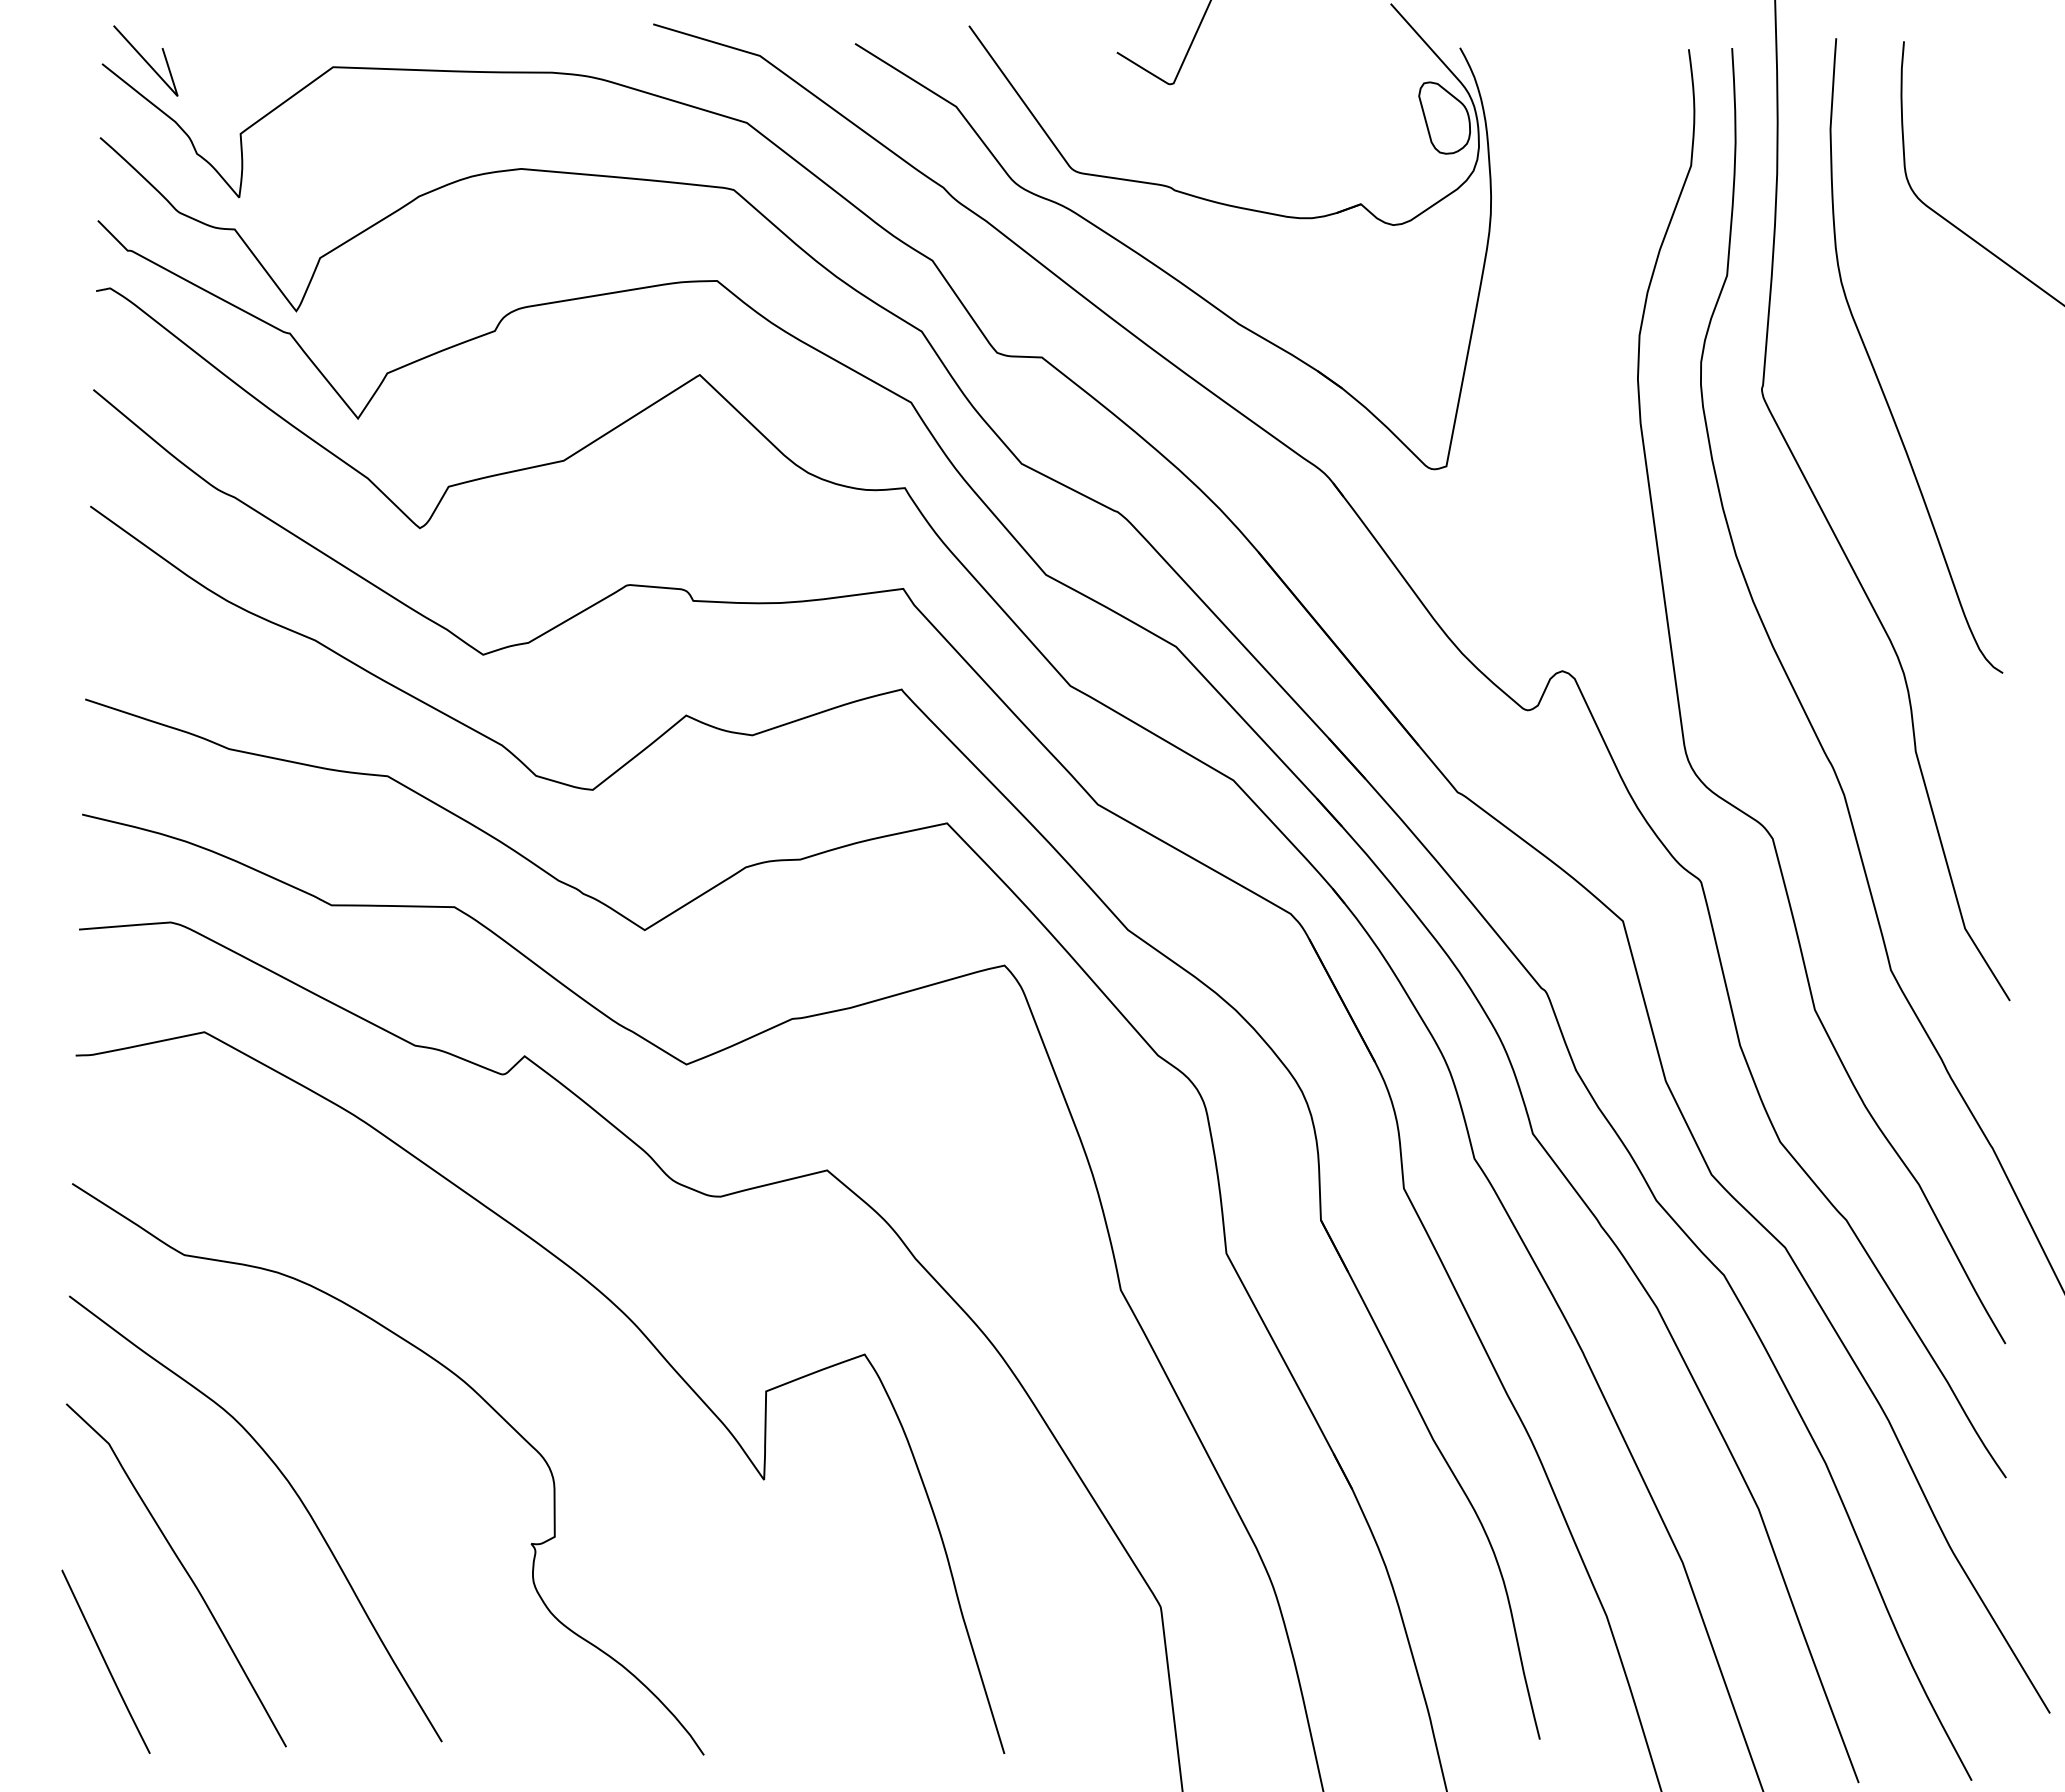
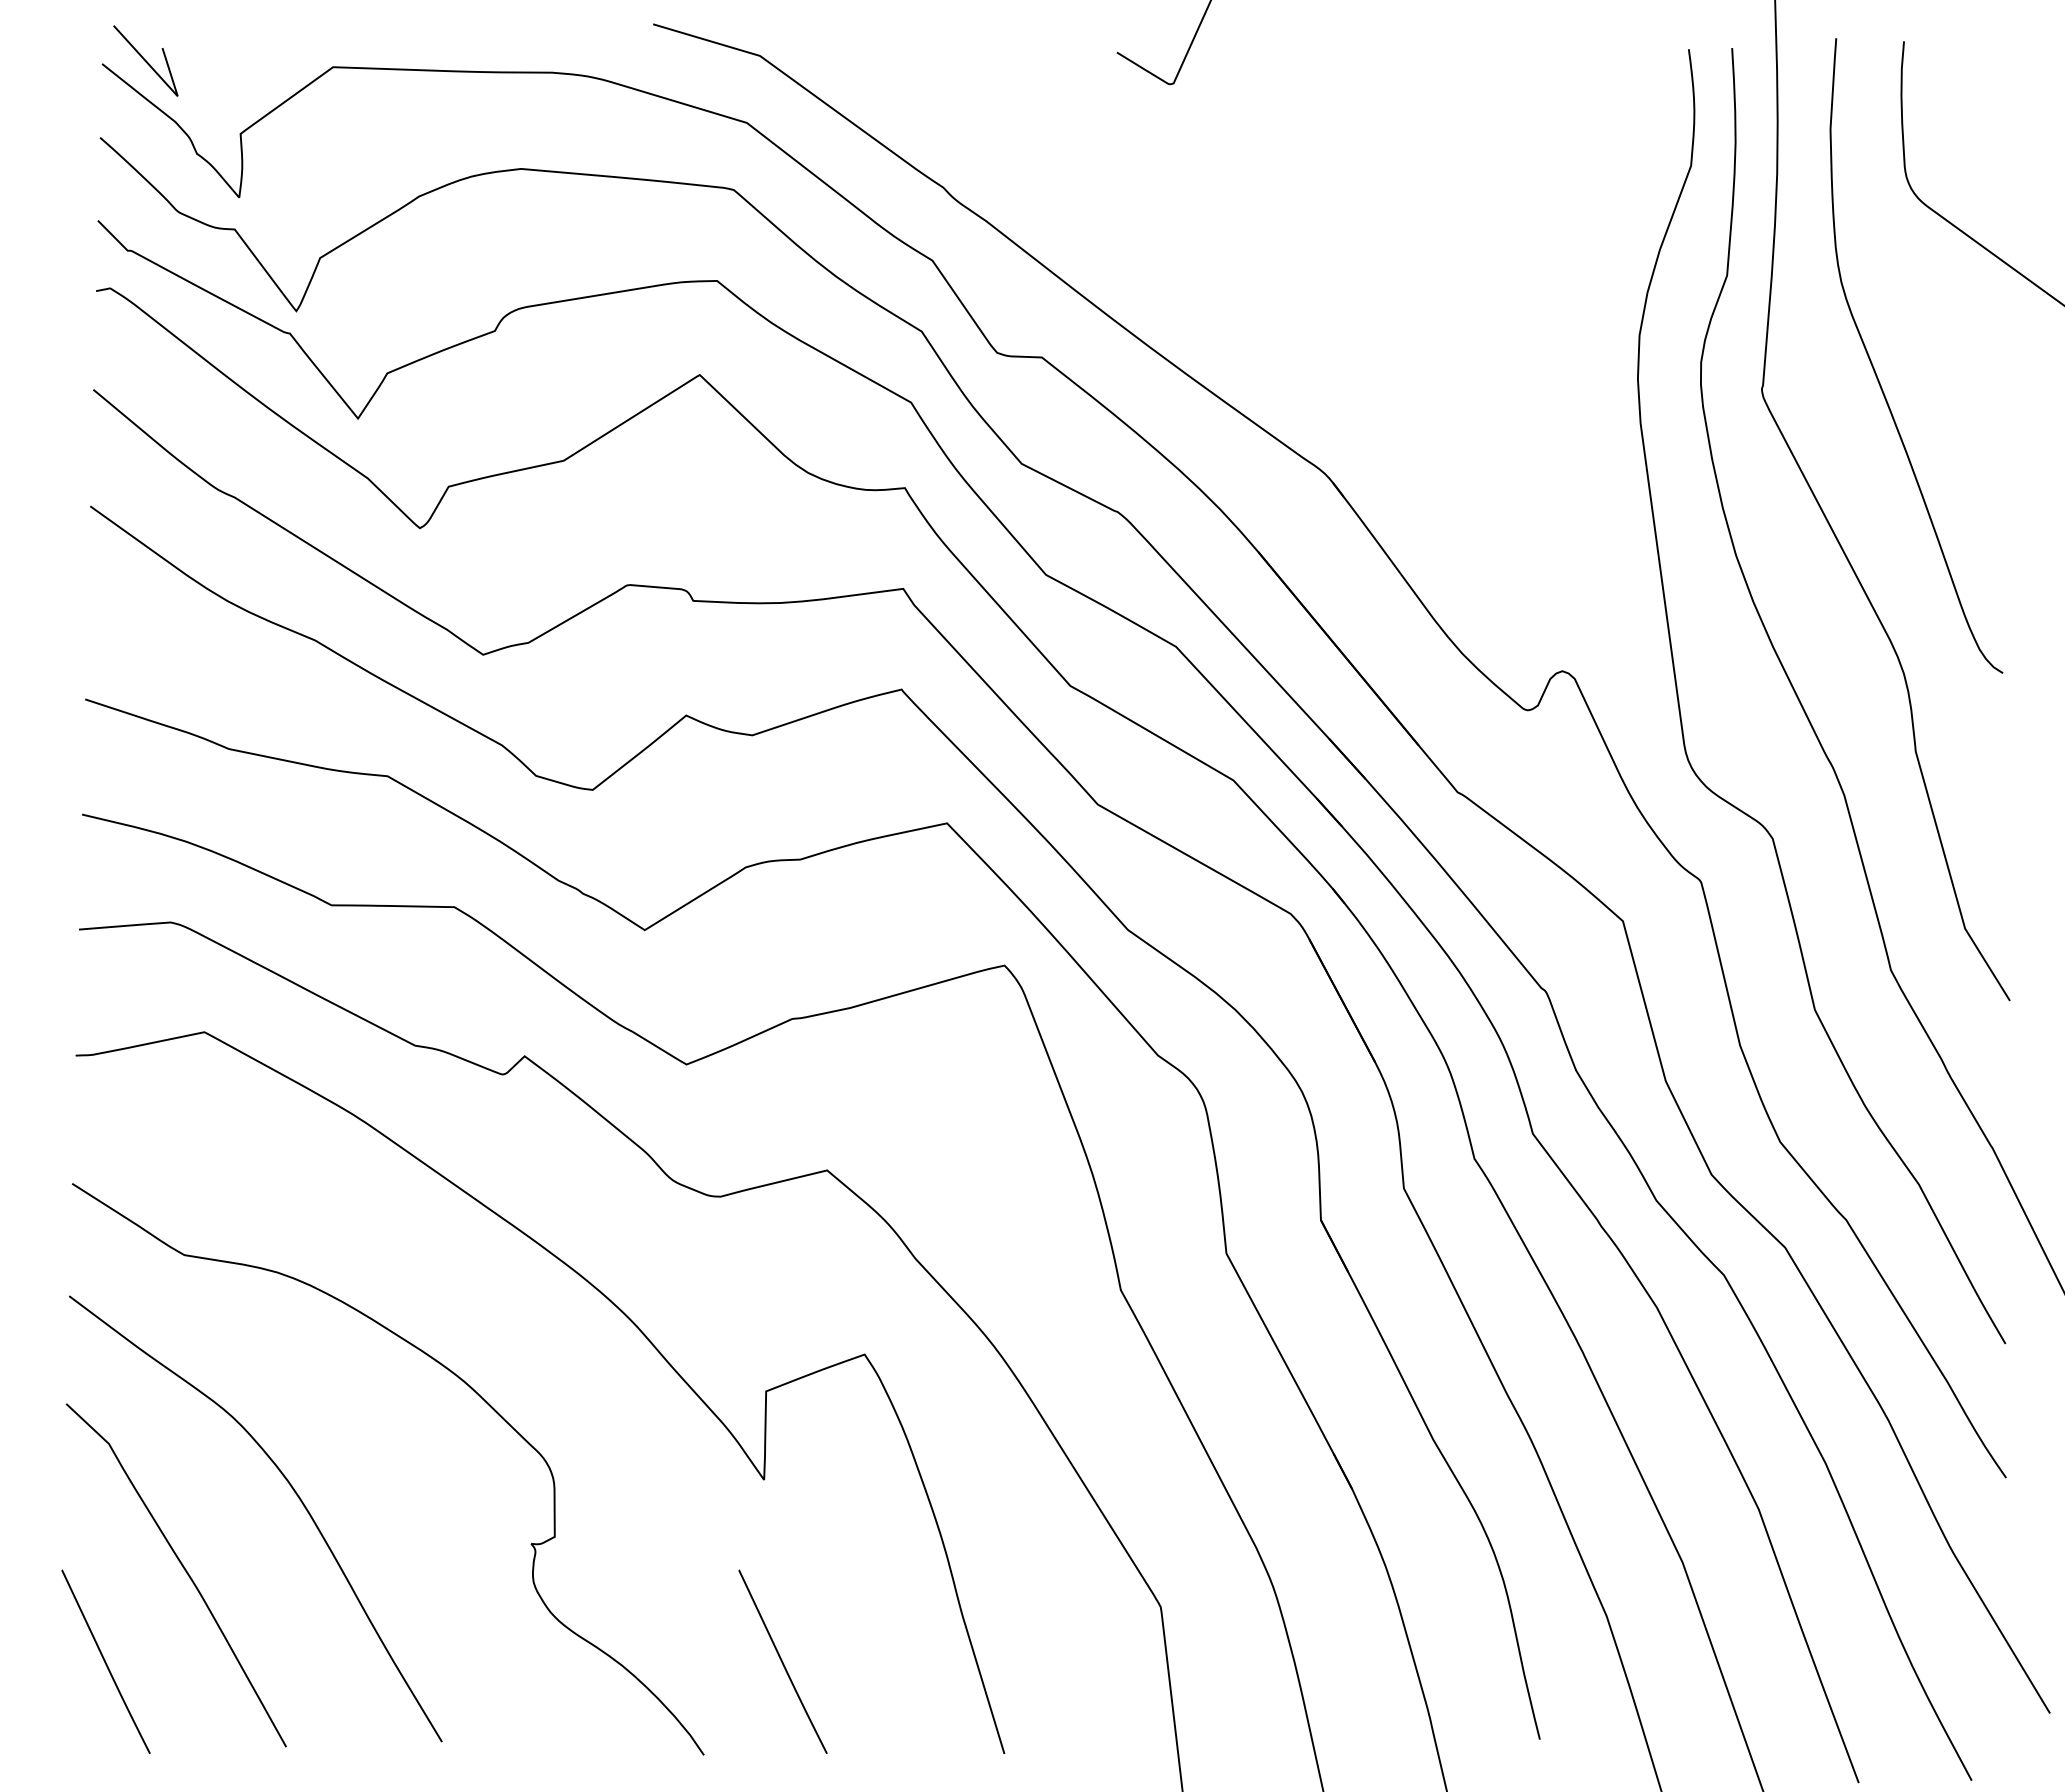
part at (1153, 262): present -> none
line at (782, 1661): none -> present
